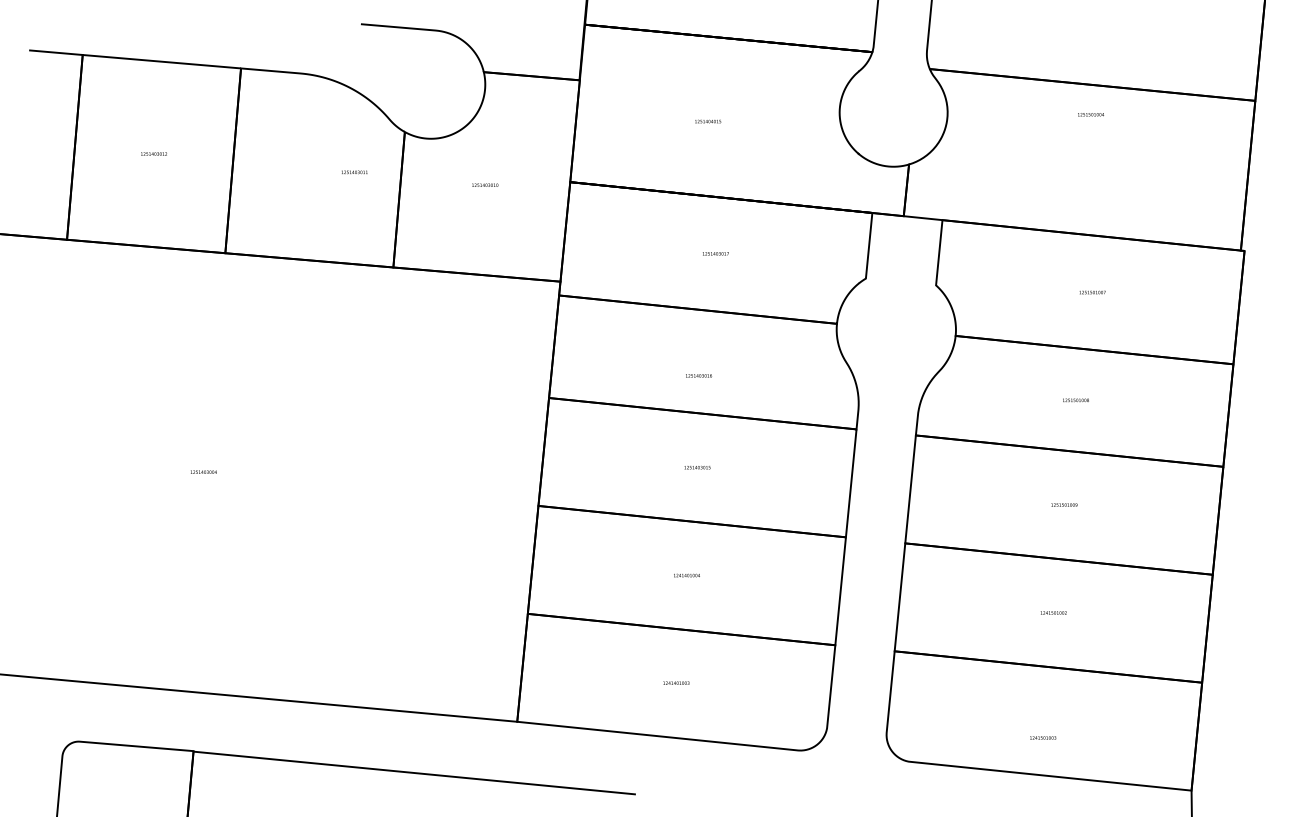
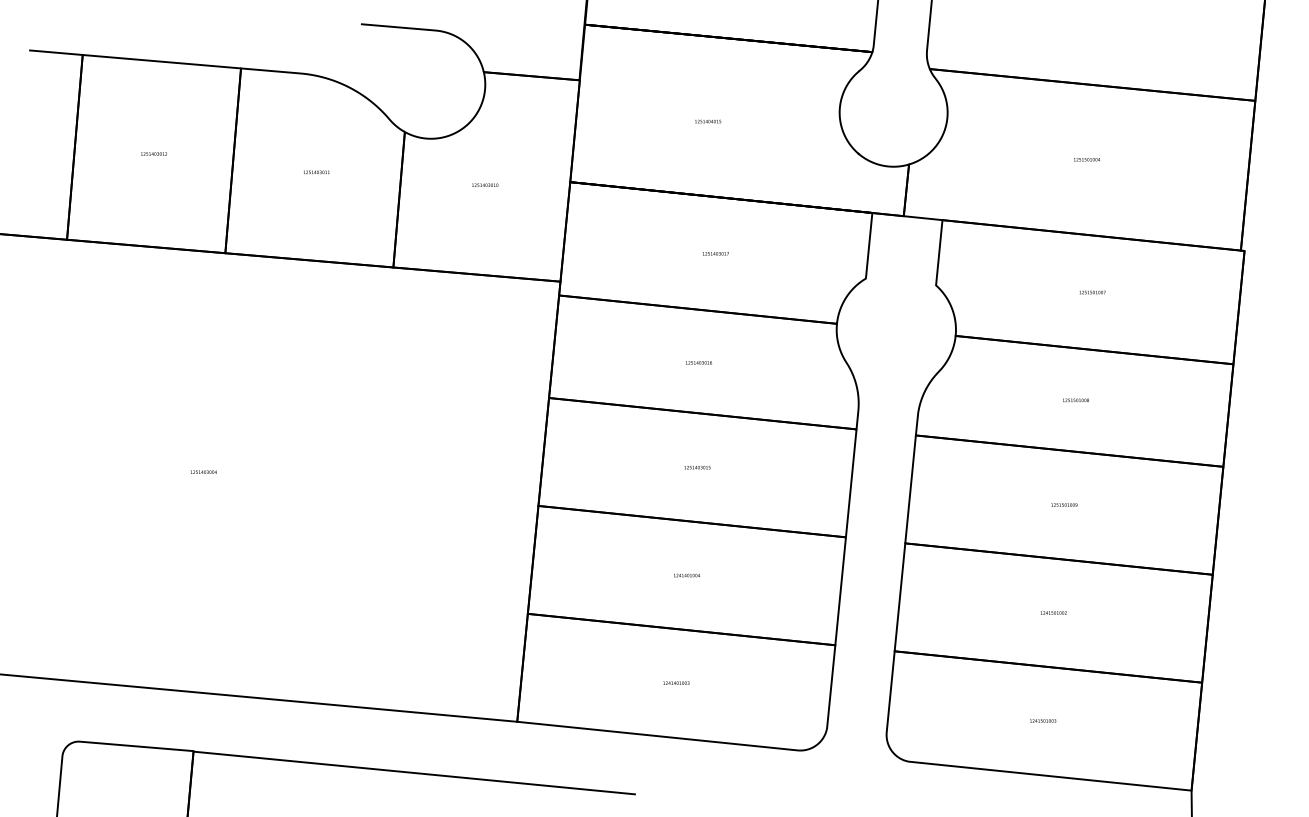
text at (1090, 114) position: (1090, 114) -> (1086, 159)
text at (354, 172) position: (354, 172) -> (316, 172)
text at (698, 375) position: (698, 375) -> (698, 362)
text at (1043, 737) position: (1043, 737) -> (1043, 720)
